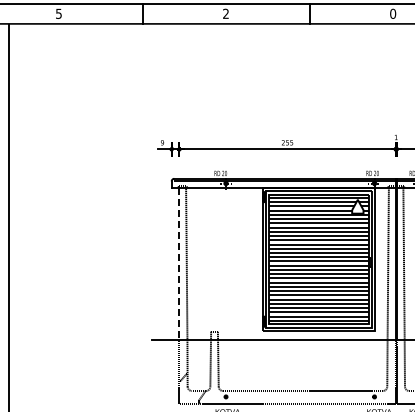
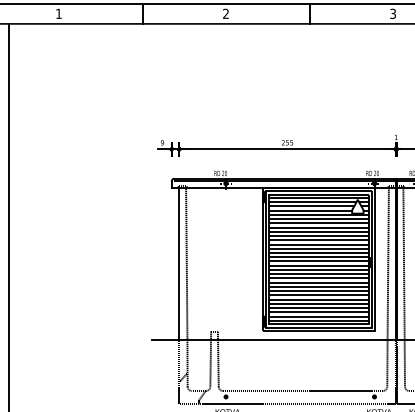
text at (58, 13): 5 -> 1
text at (393, 13): 0 -> 3
line at (179, 264): dashed -> solid
